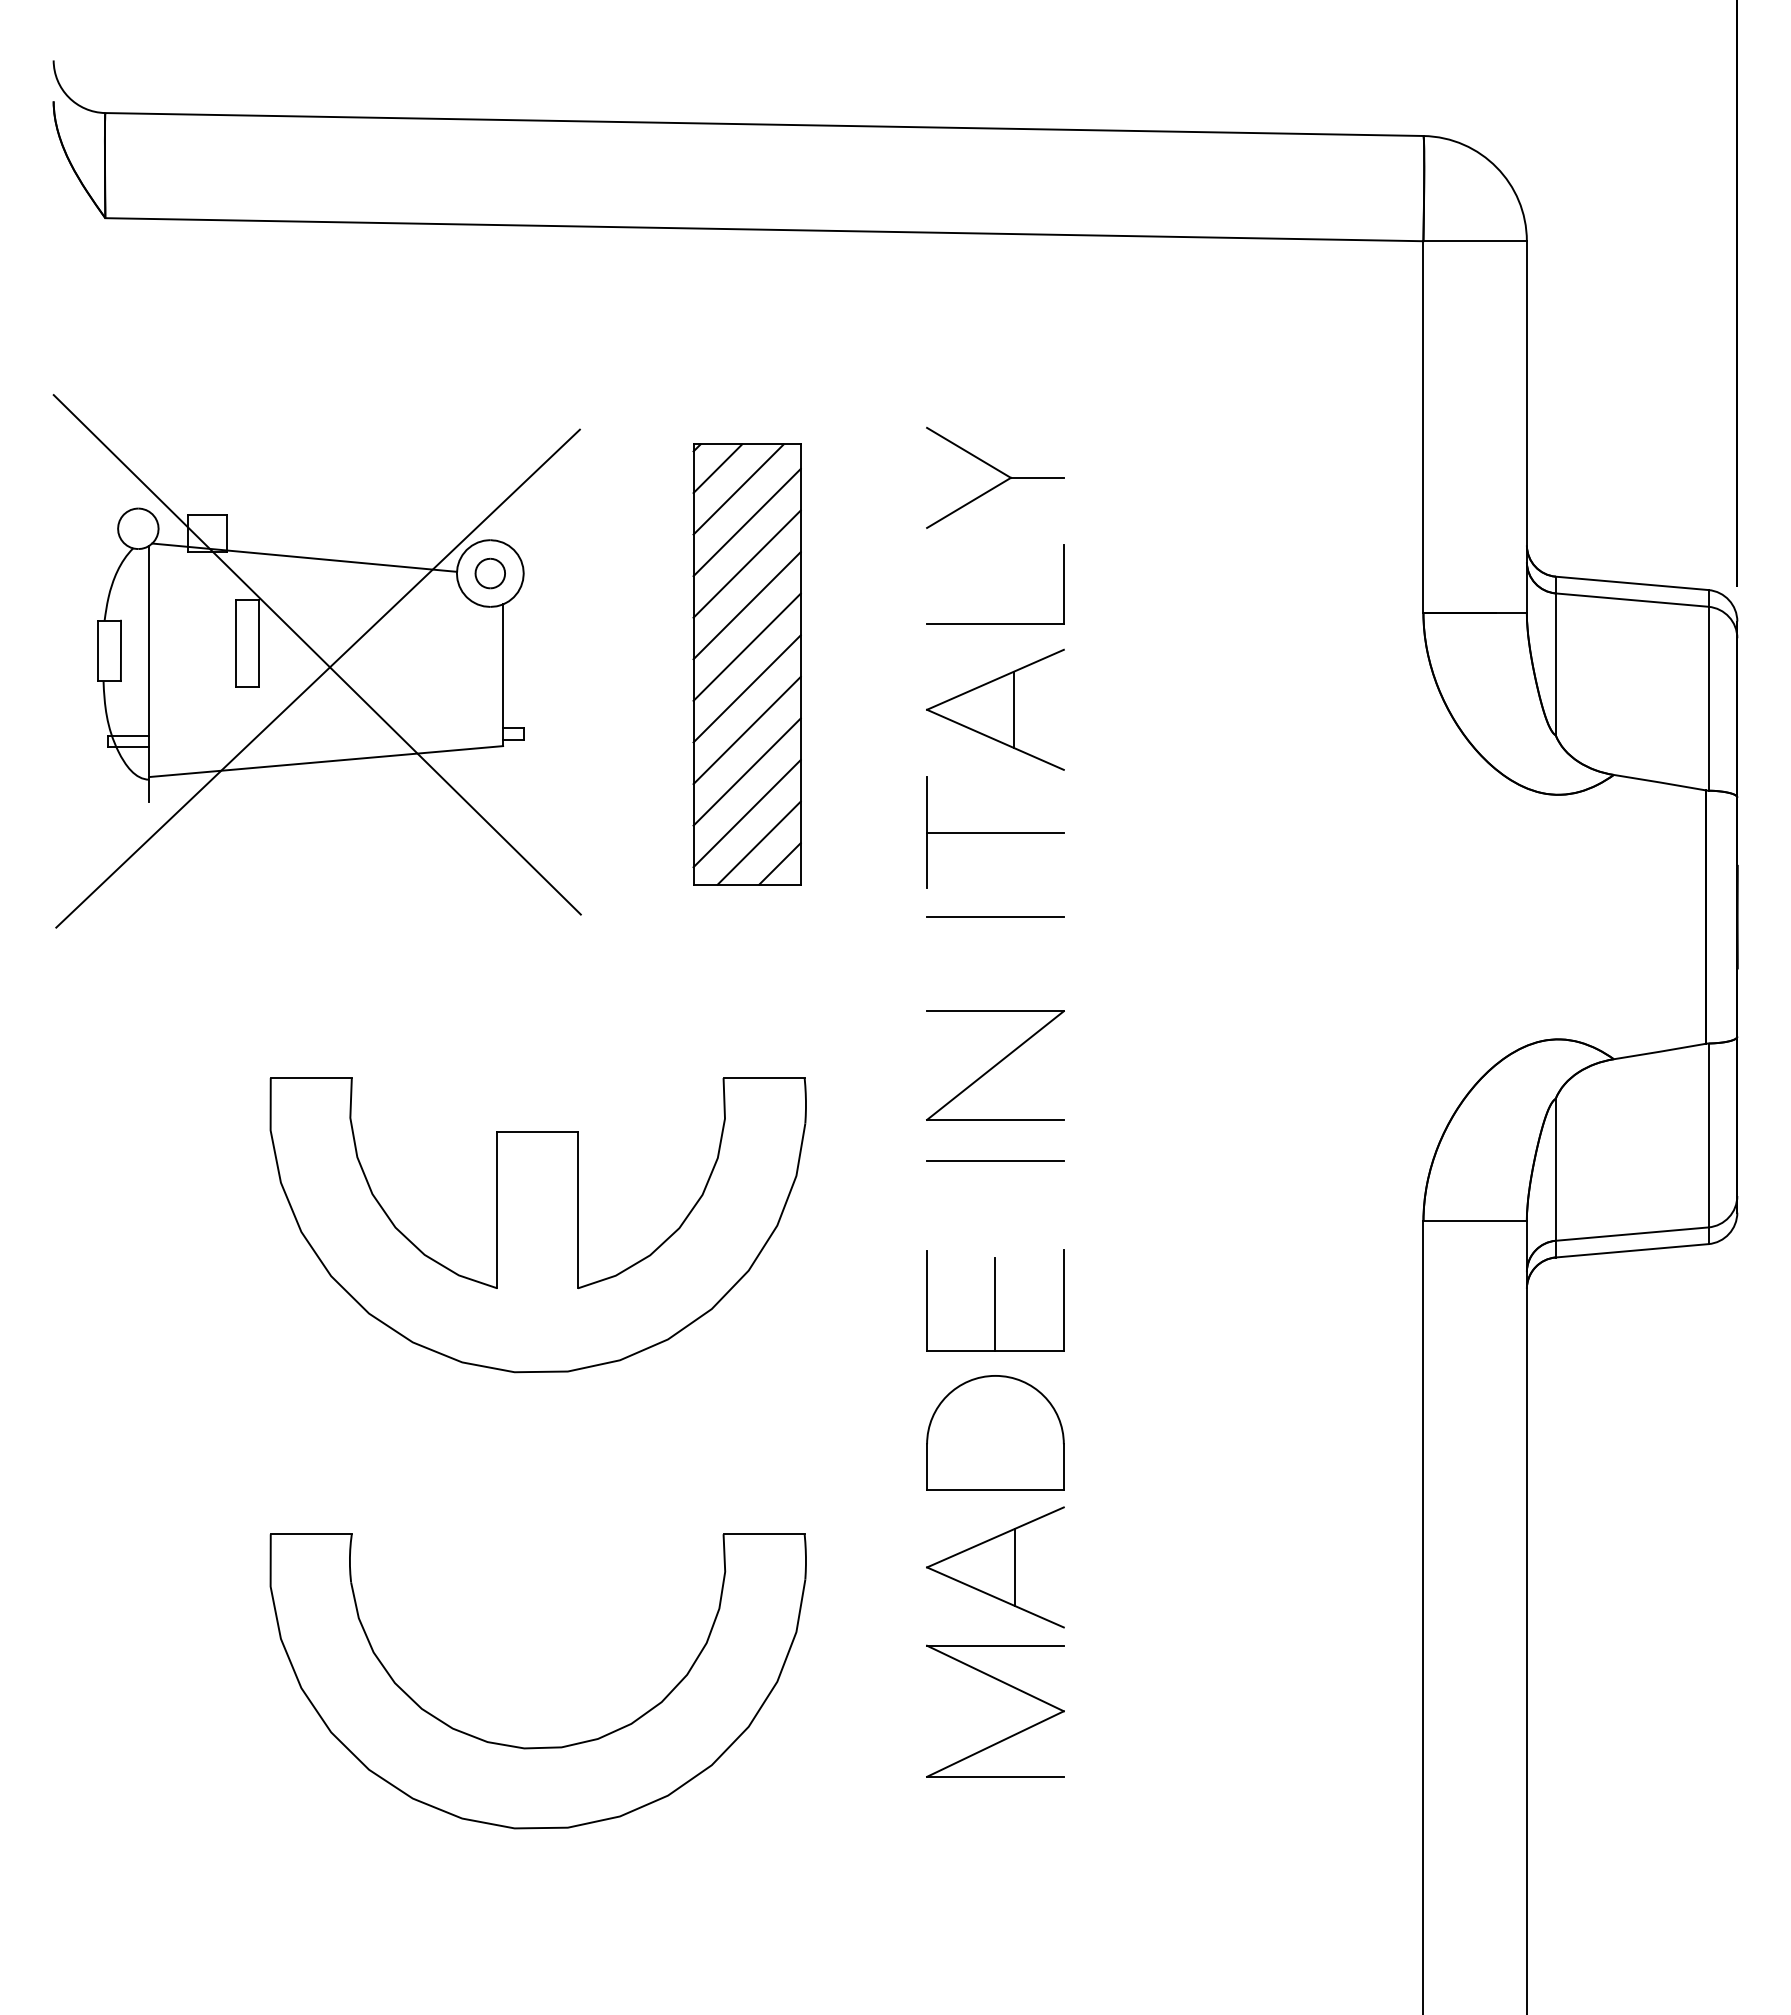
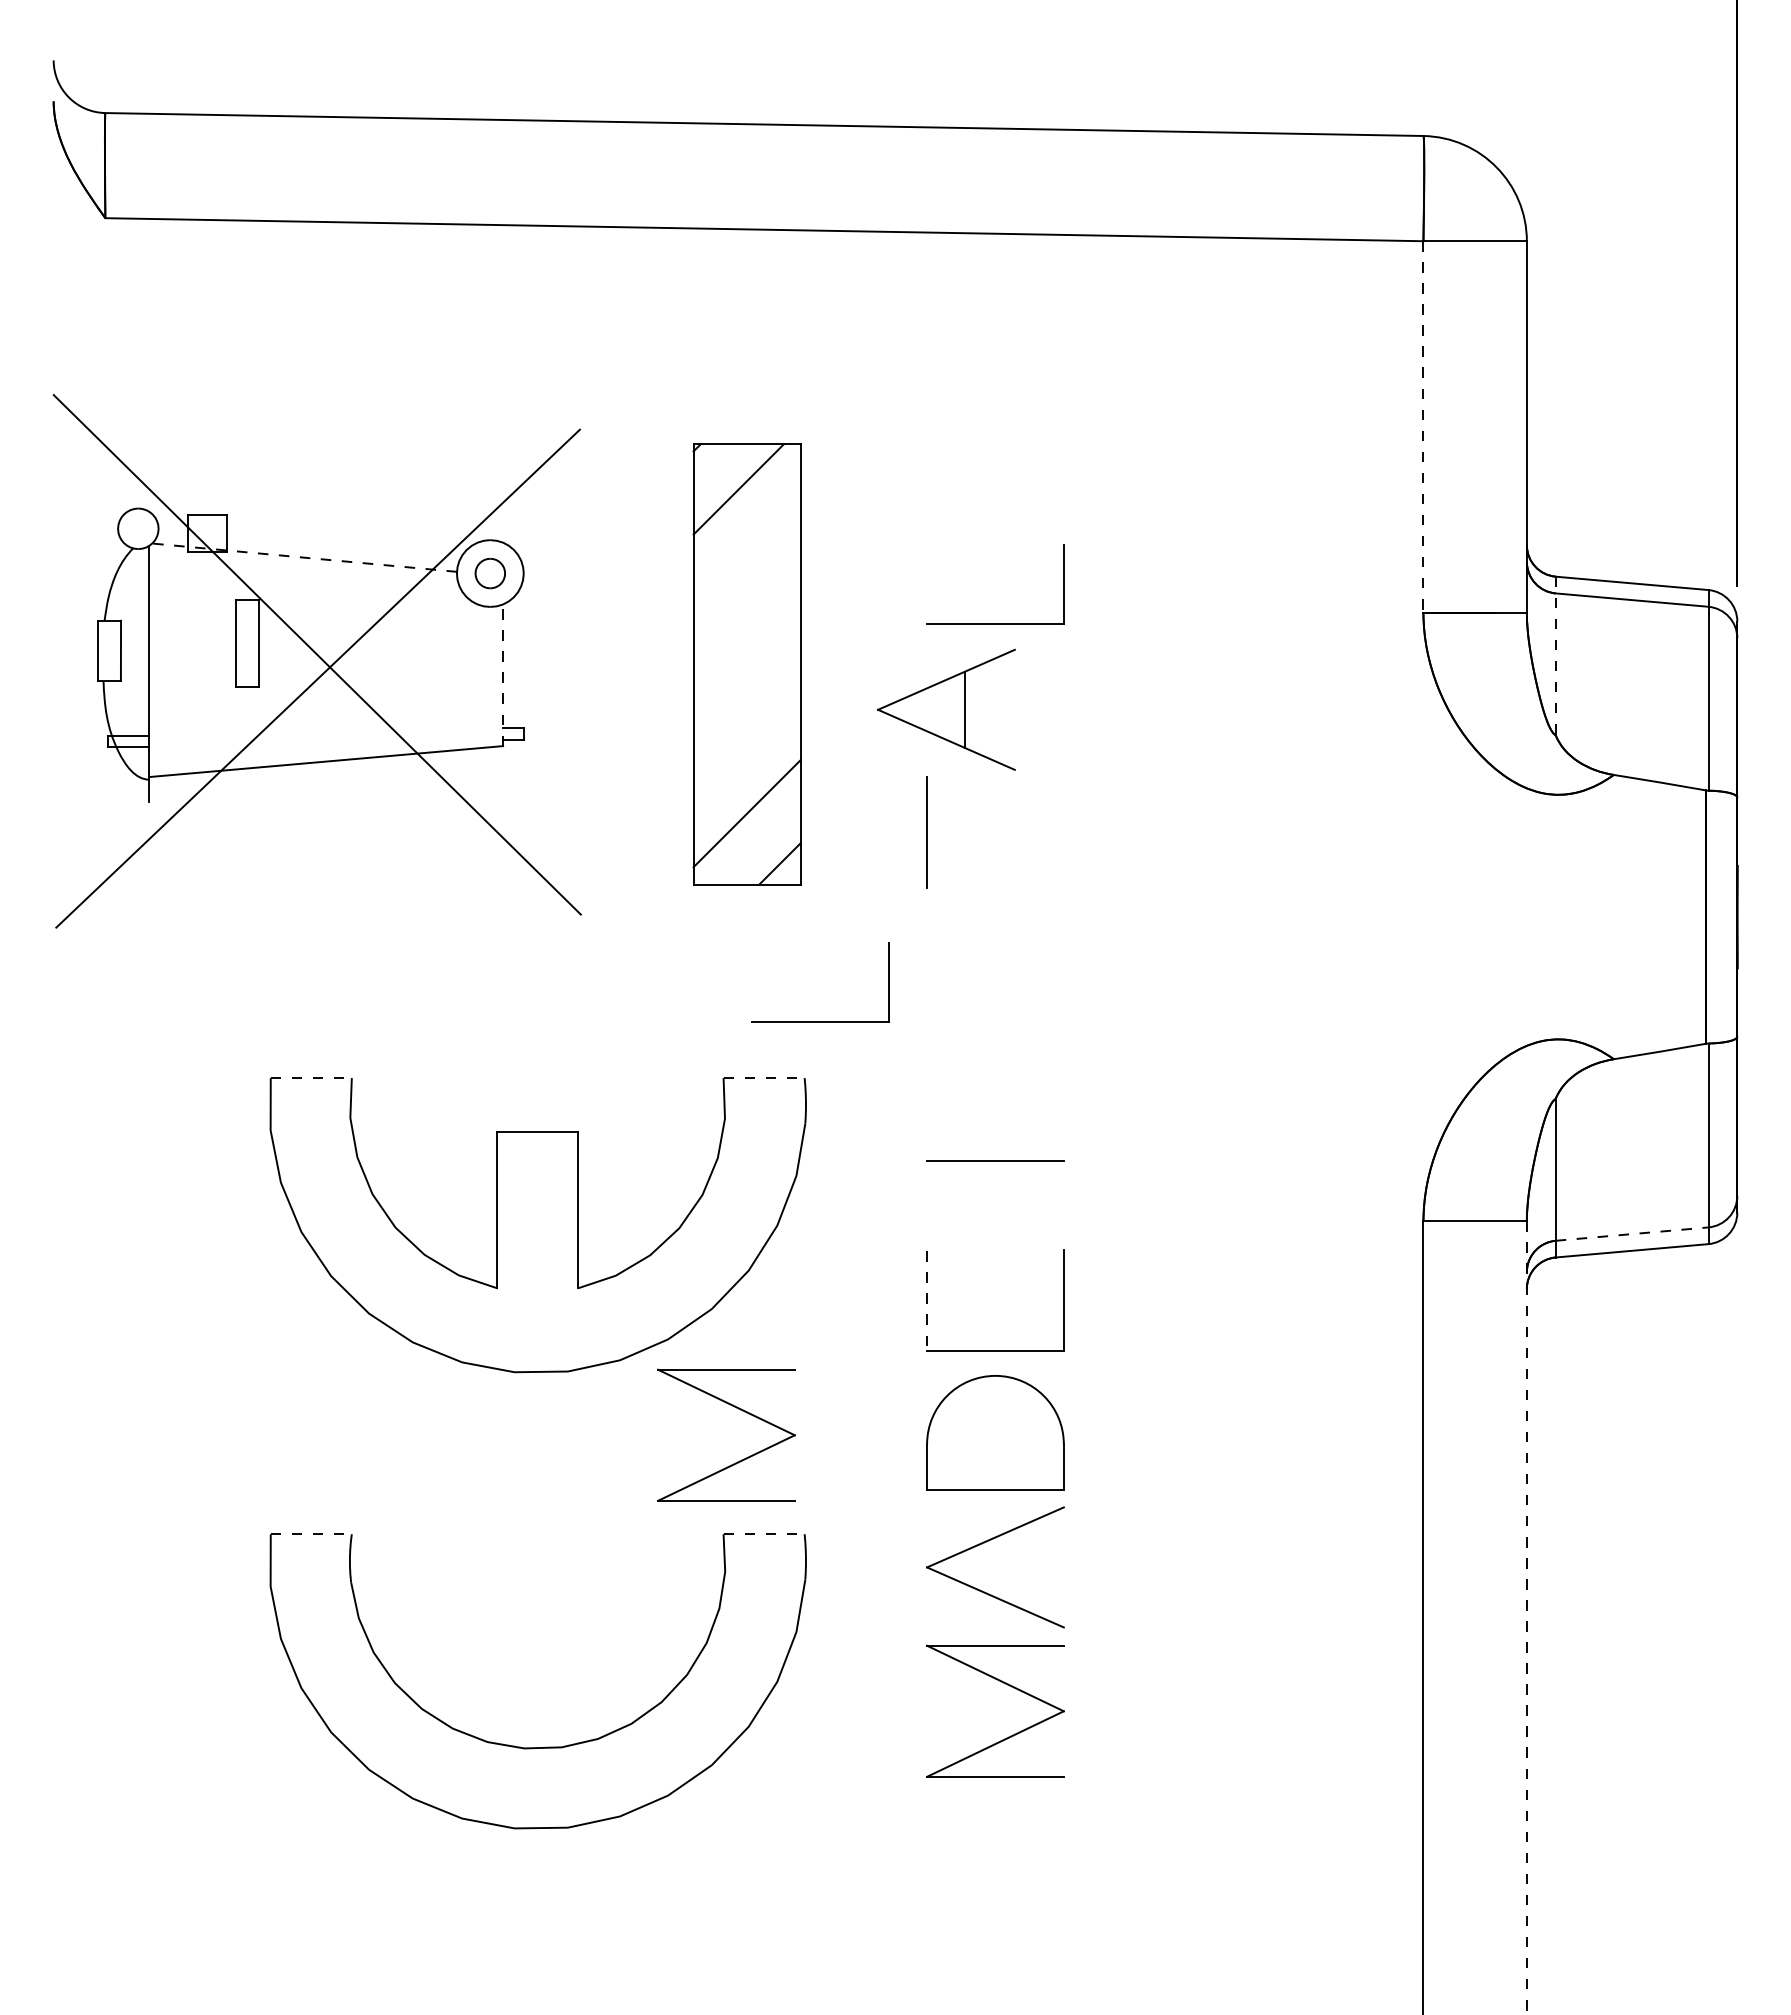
line at (1423, 427): solid -> dashed
line at (717, 468): present -> none
part at (999, 472): present -> none
line at (746, 522): present -> none
line at (304, 557): solid -> dashed
line at (746, 563): present -> none
line at (746, 605): present -> none
line at (746, 646): present -> none
line at (1555, 656): solid -> dashed
line at (503, 675): solid -> dashed
line at (746, 688): present -> none
part at (995, 709) position: (995, 709) -> (946, 709)
line at (746, 730): present -> none
line at (746, 771): present -> none
line at (995, 832): present -> none
line at (758, 842): present -> none
line at (995, 916): present -> none
part at (820, 1021): none -> present
part at (995, 1065): present -> none
line at (311, 1078): solid -> dashed
line at (764, 1078): solid -> dashed
line at (1632, 1234): solid -> dashed
line at (927, 1301): solid -> dashed
line at (995, 1304): present -> none
part at (738, 1409): none -> present
line at (311, 1534): solid -> dashed
line at (764, 1534): solid -> dashed
line at (1014, 1567): present -> none
line at (1526, 1618): solid -> dashed
